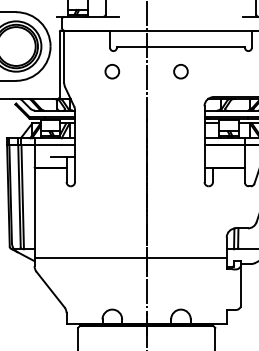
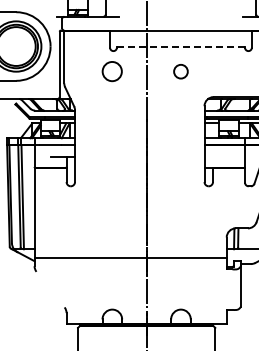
line at (181, 46): solid -> dashed
circle at (112, 71) size: 17x16 px -> 22x22 px
line at (50, 289): present -> none
